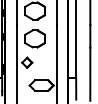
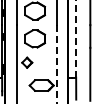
line at (76, 38): solid -> dashed
line at (56, 64): solid -> dashed
